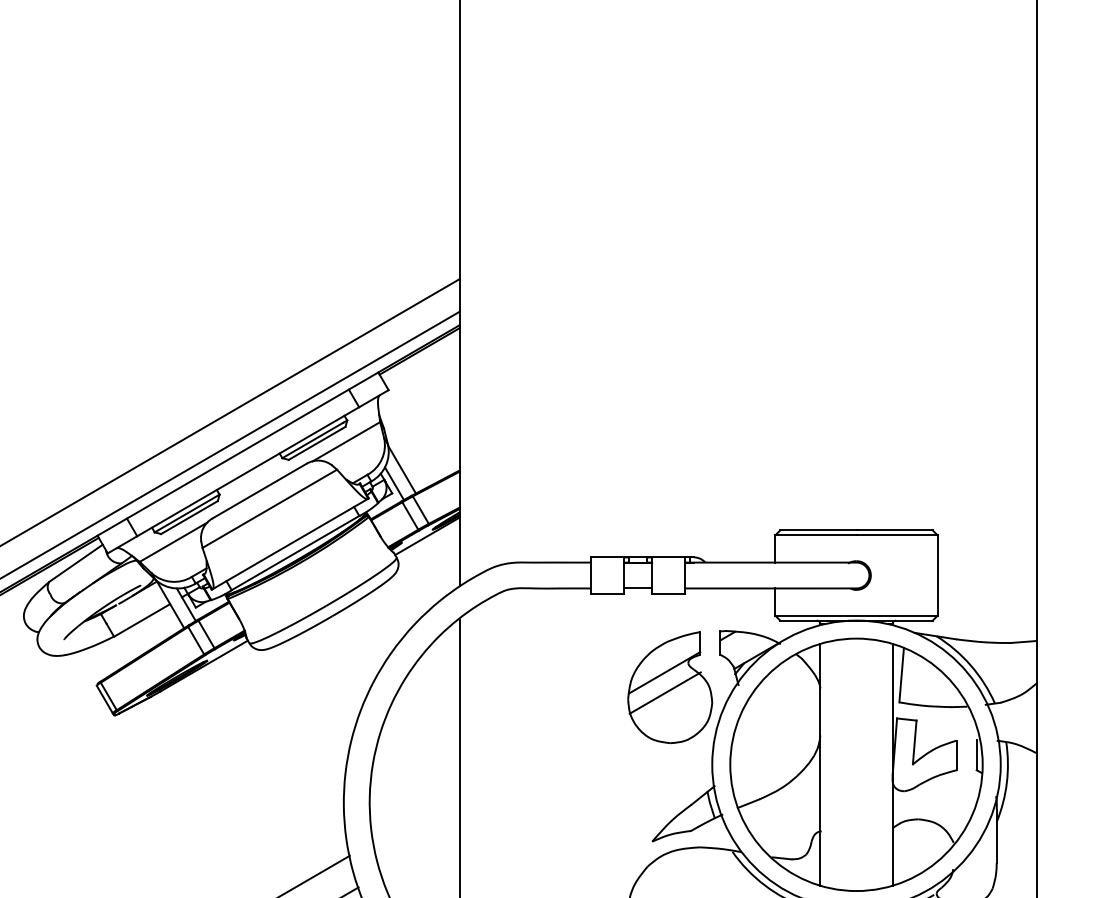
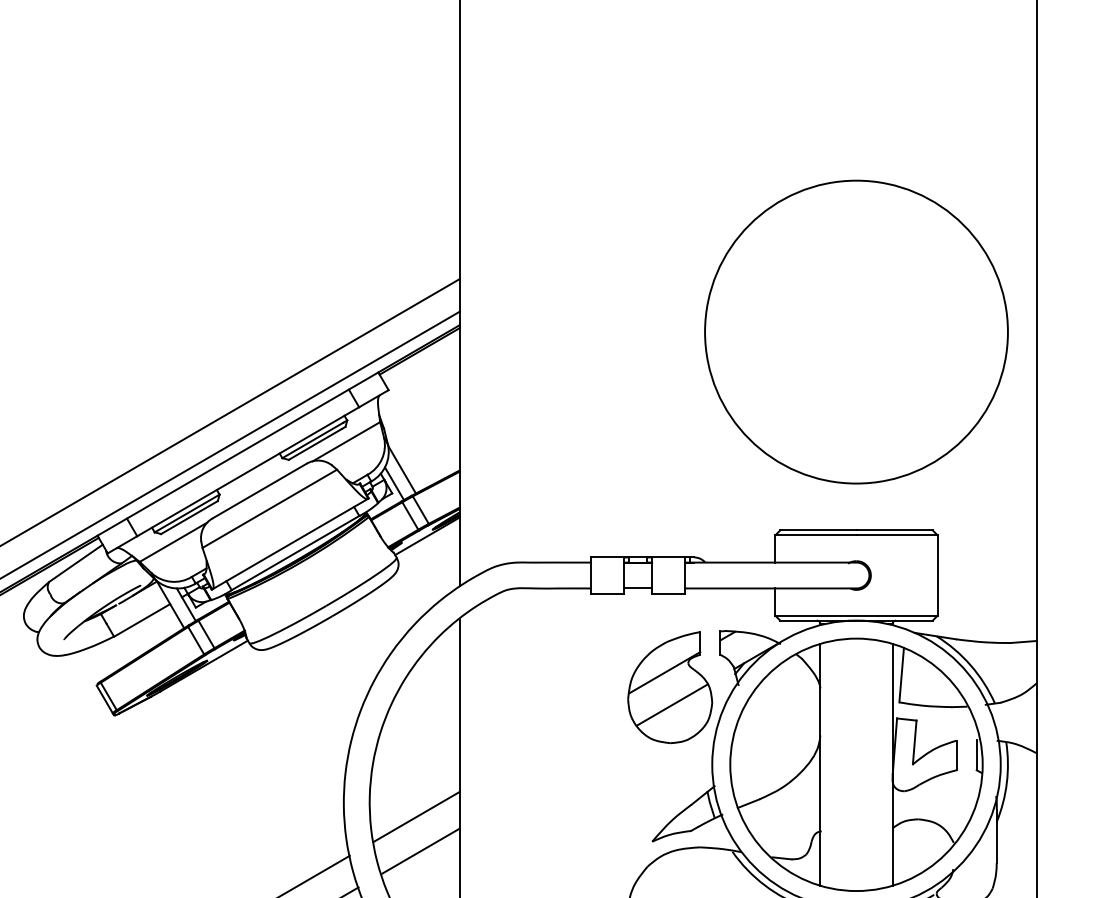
circle at (856, 331): none -> present
line at (664, 692) position: (664, 692) -> (671, 704)
line at (416, 816): none -> present
line at (420, 850): none -> present
